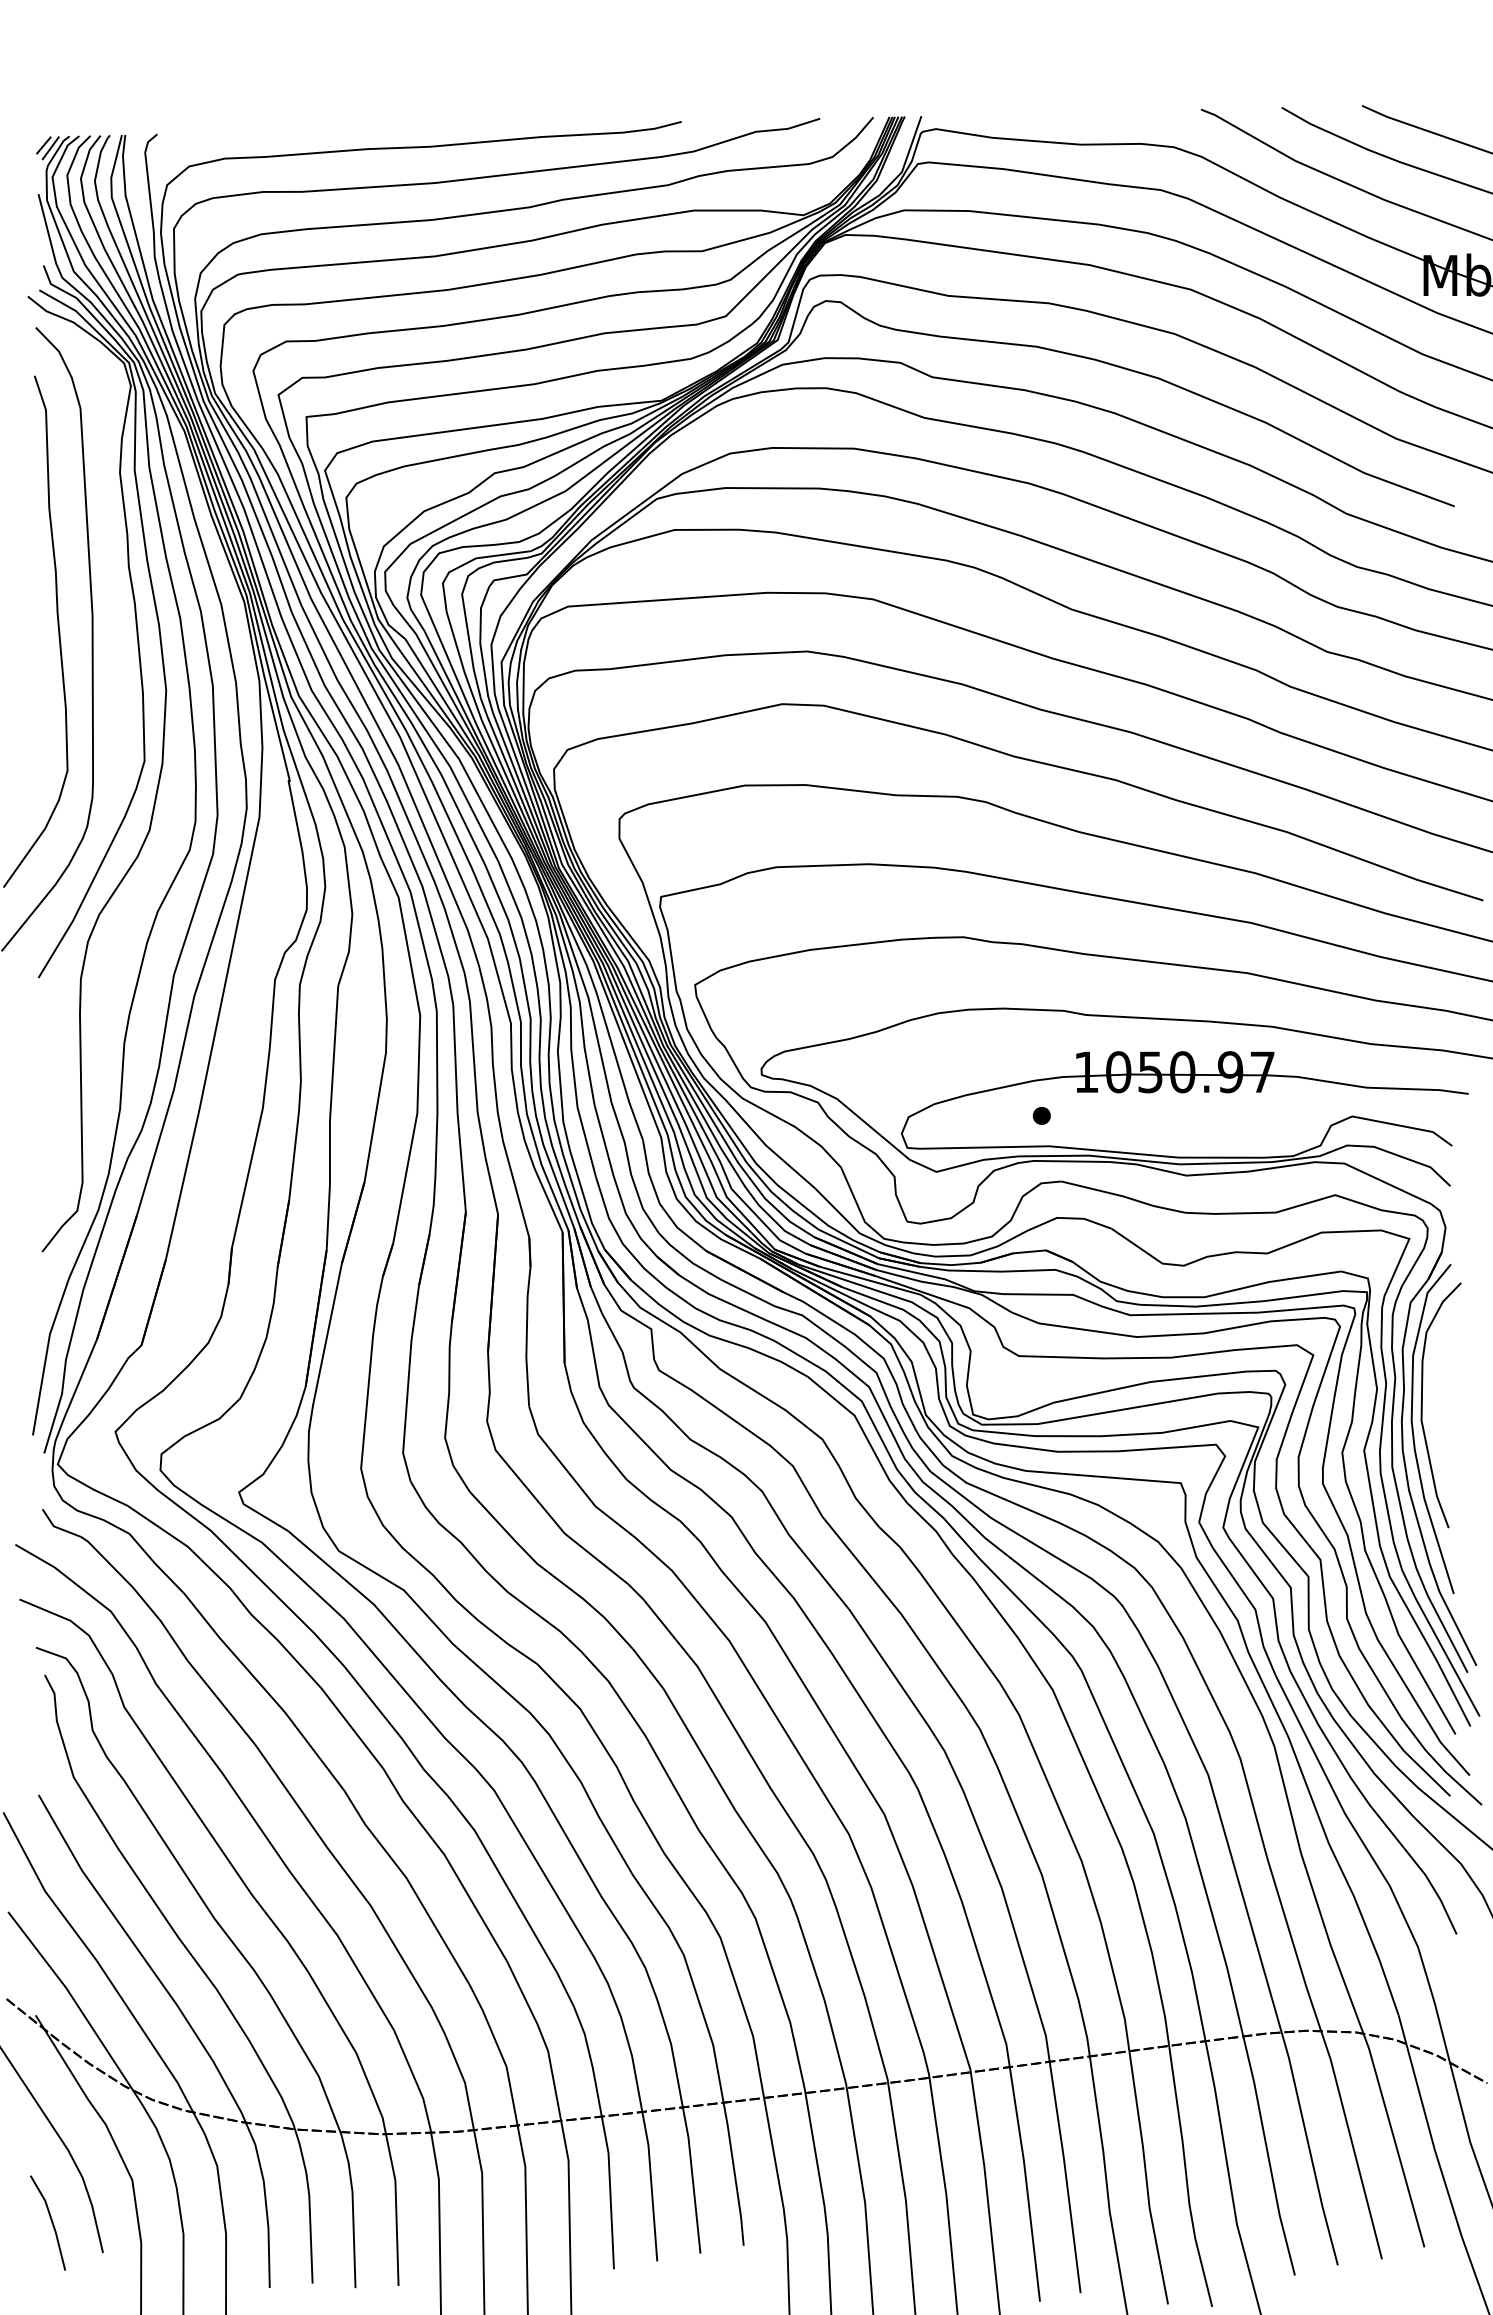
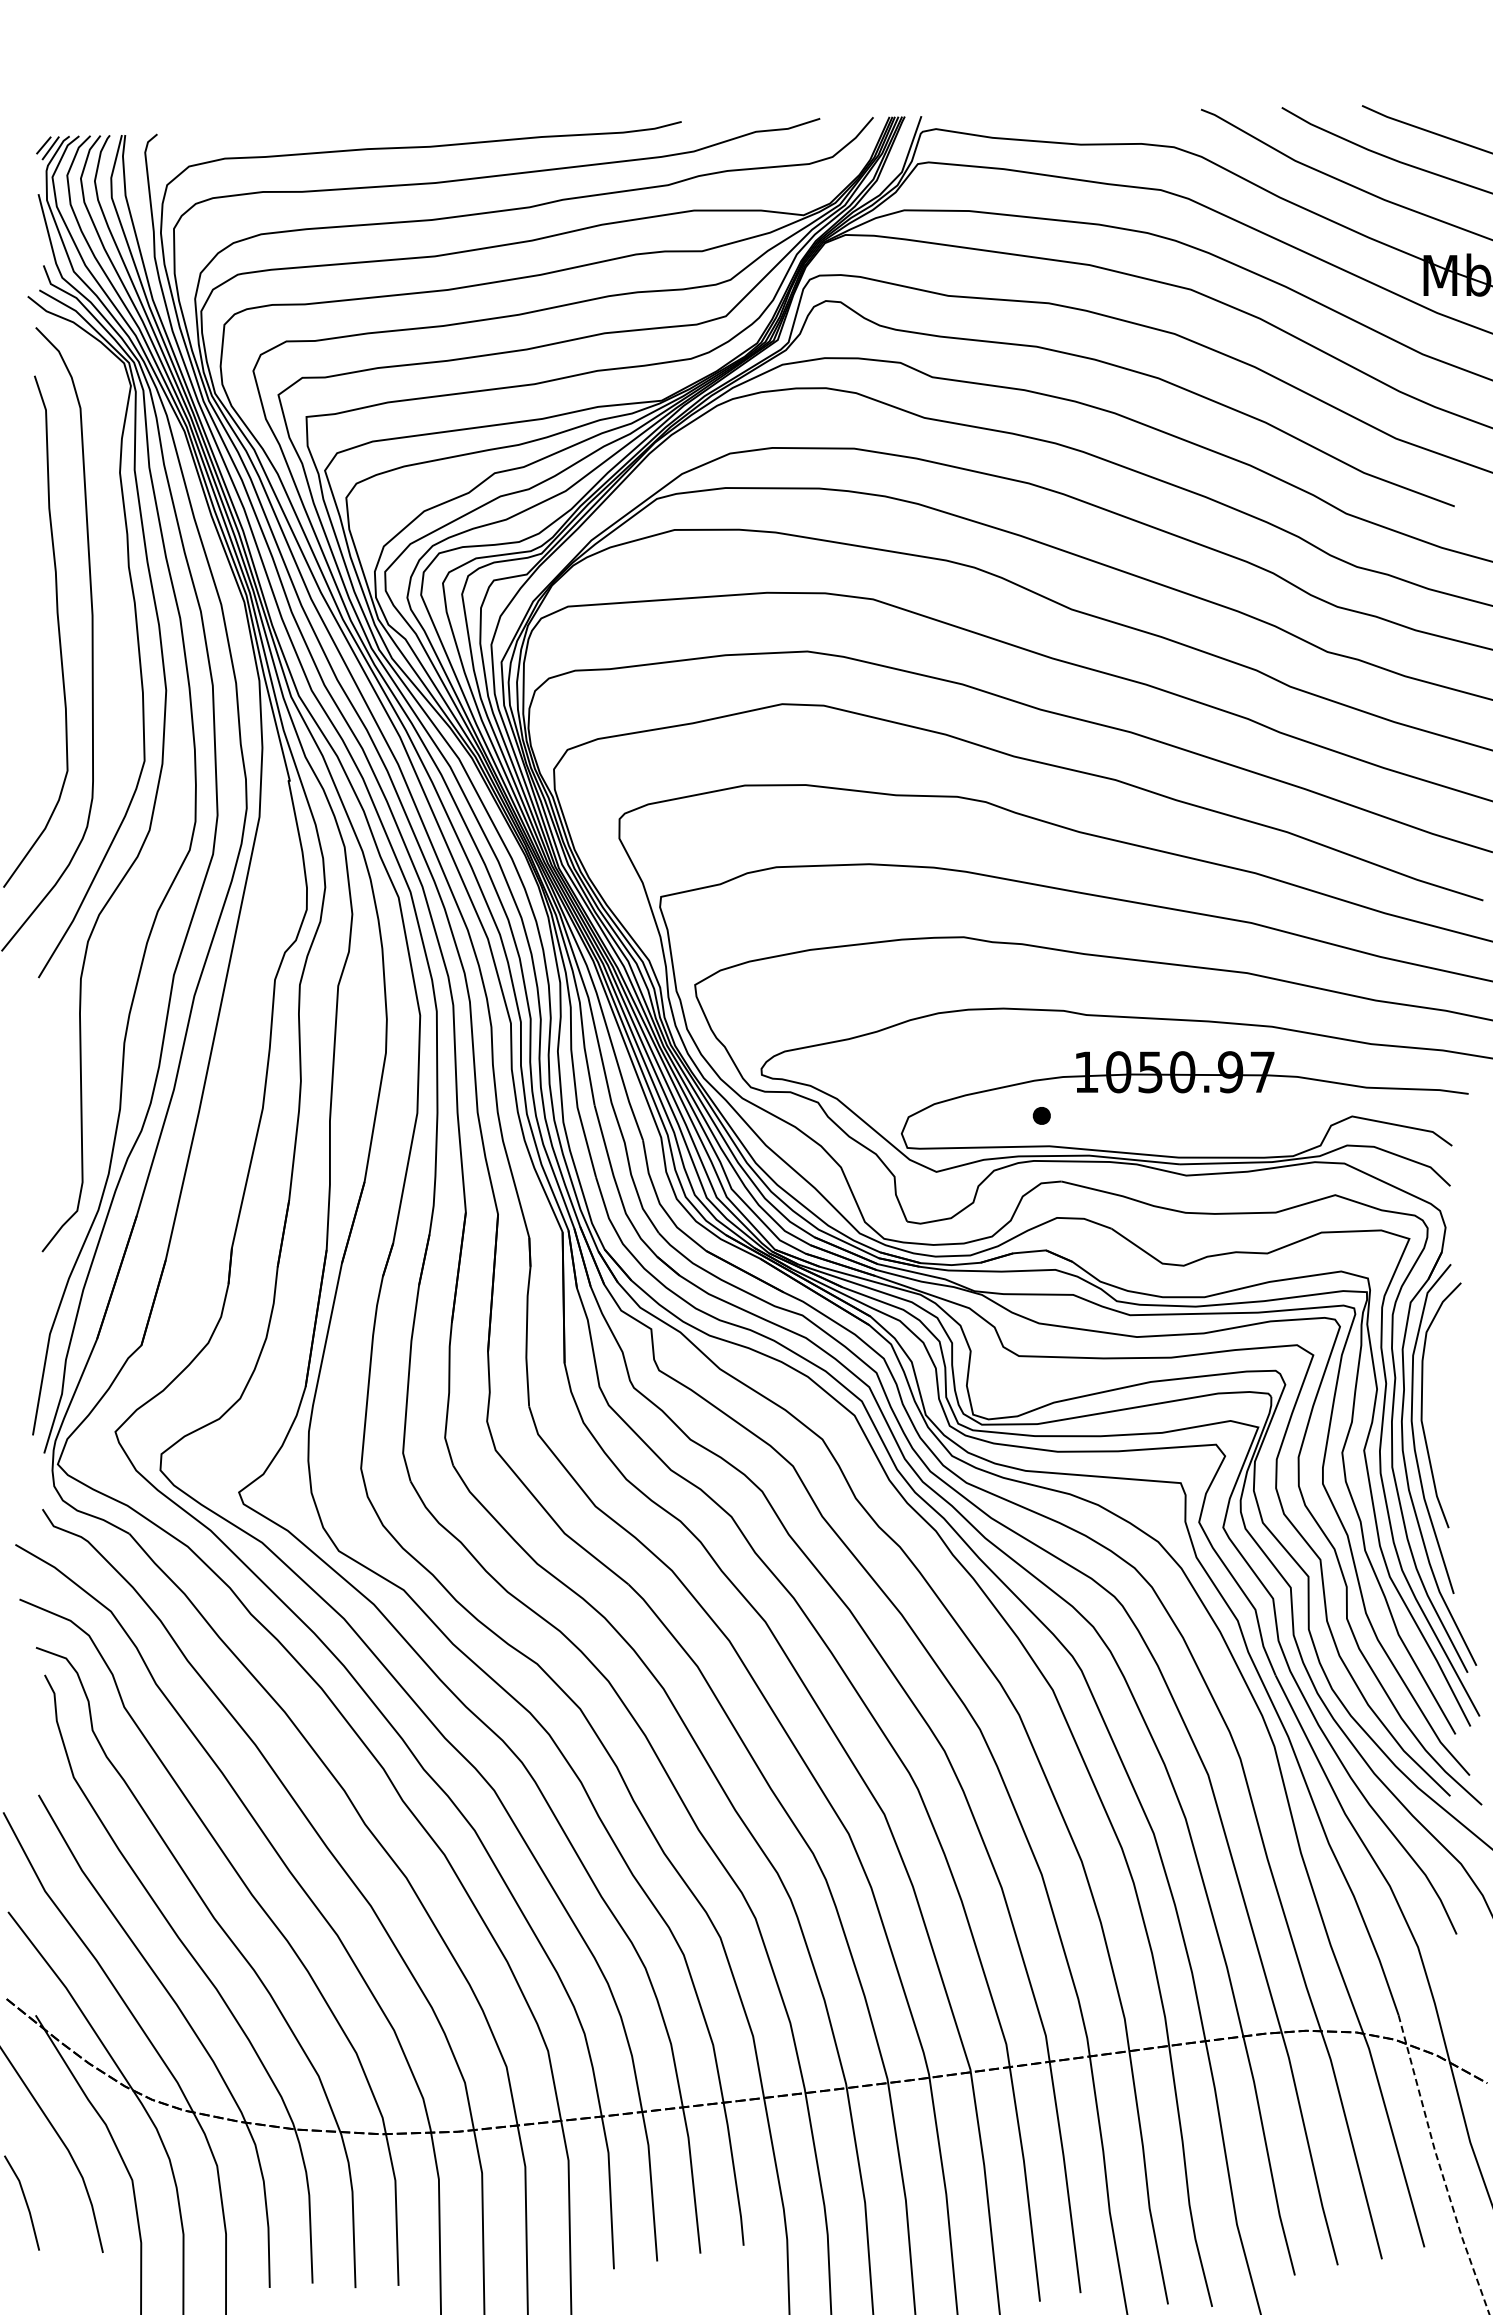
line at (1439, 2166): solid -> dashed
line at (50, 2220) position: (50, 2220) -> (24, 2200)
